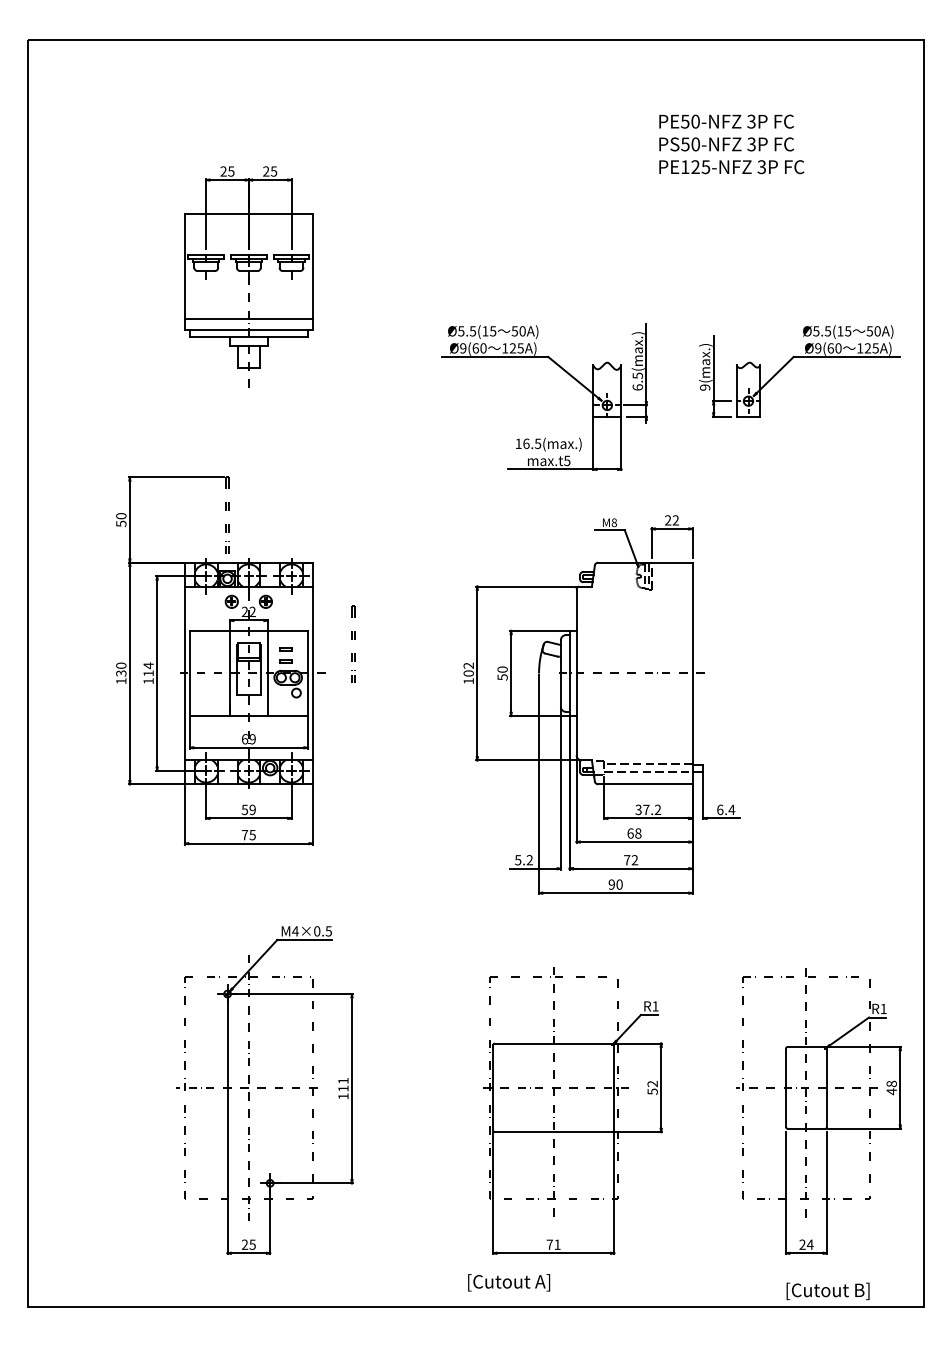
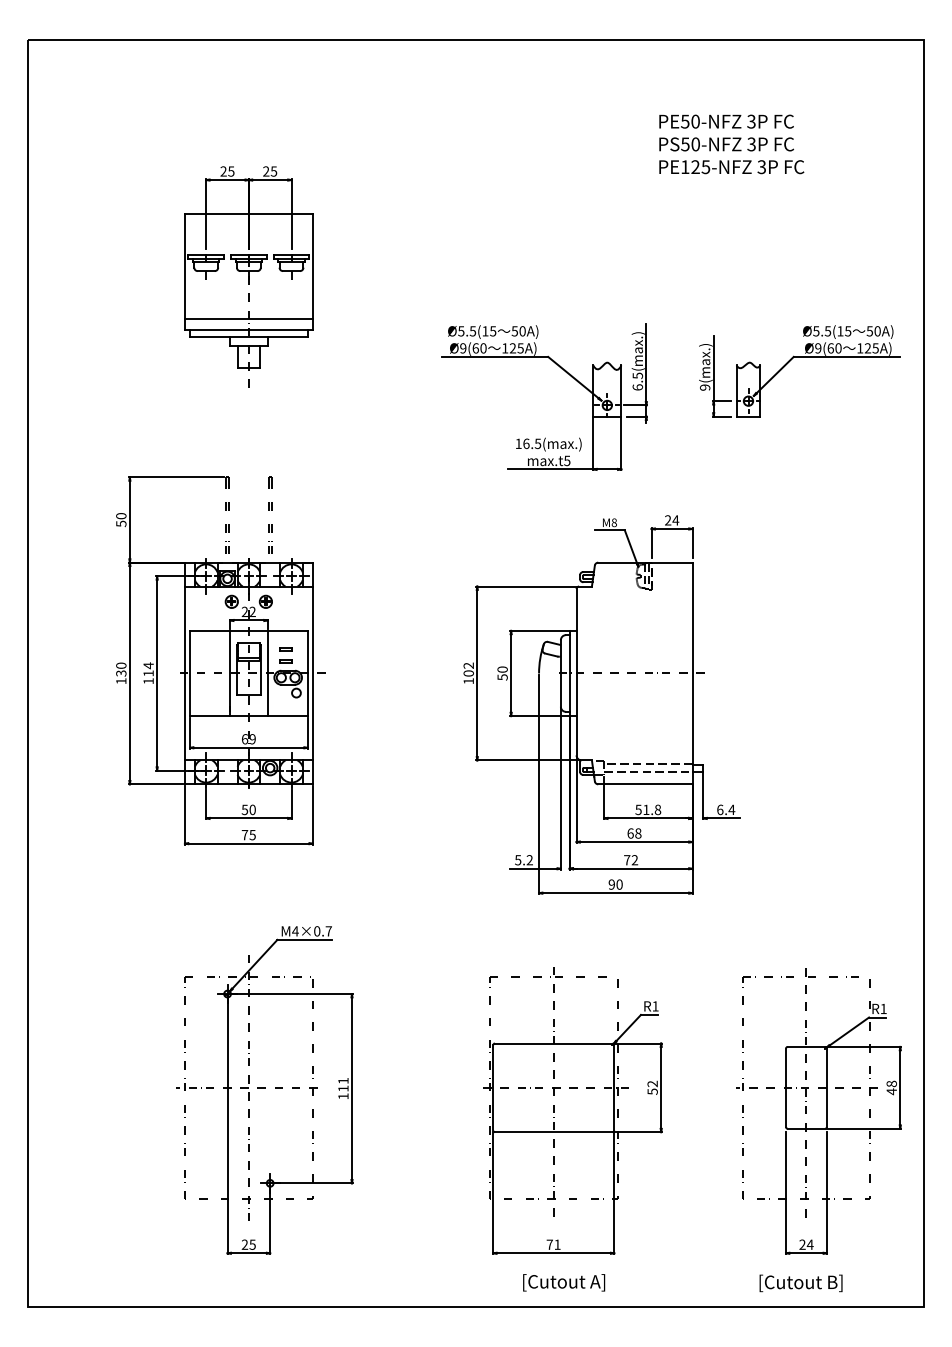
text at (675, 520): 22 -> 24
part at (353, 643) position: (353, 643) -> (270, 514)
text at (252, 809): 59 -> 50
text at (648, 809): 37.2 -> 51.8
text at (328, 931): M4×0.5 -> M4×0.7
text at (509, 1282) position: (509, 1282) -> (564, 1282)
text at (827, 1291) position: (827, 1291) -> (800, 1283)
